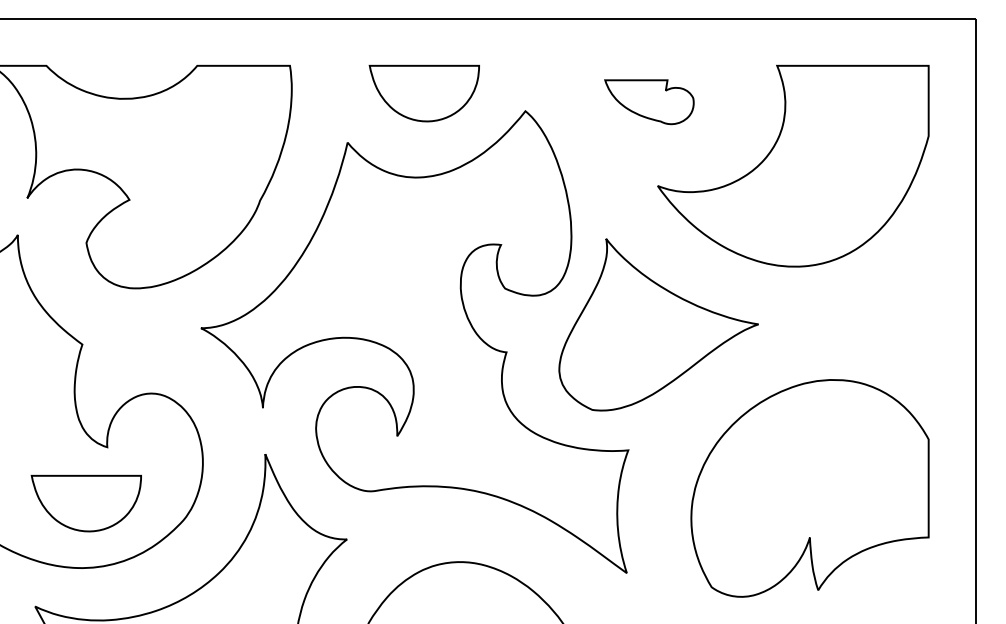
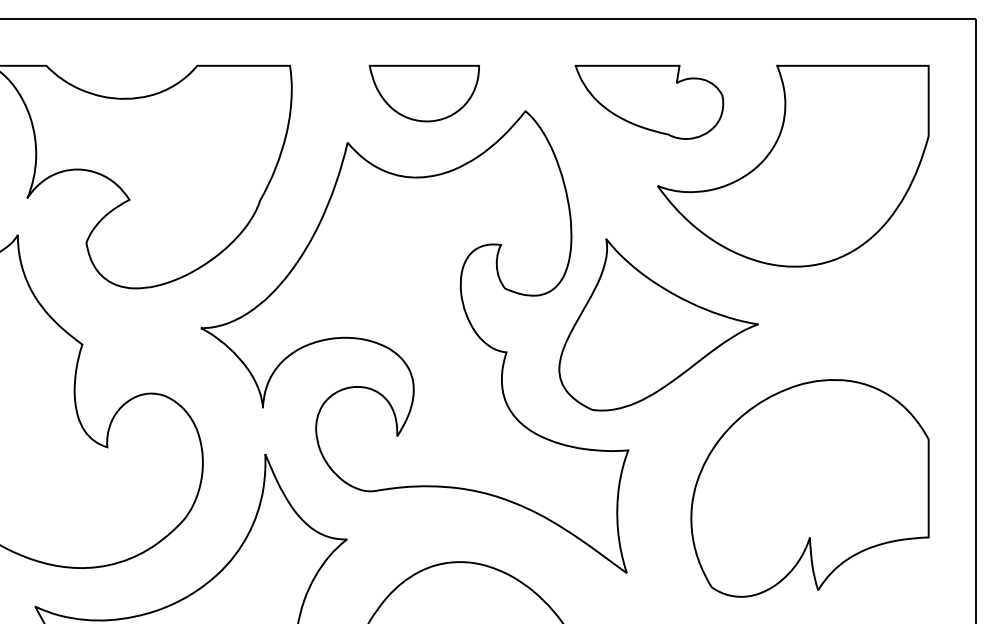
part at (649, 102) size: 91x47 px -> 151x76 px
part at (85, 503): present -> none
